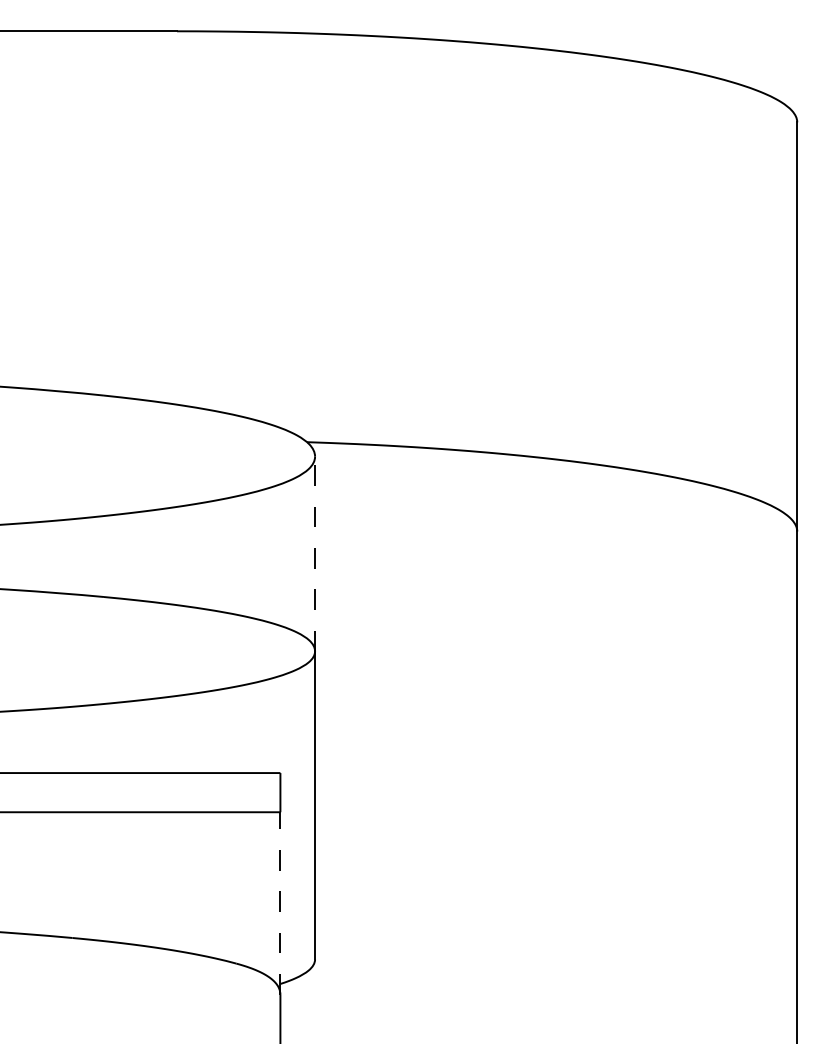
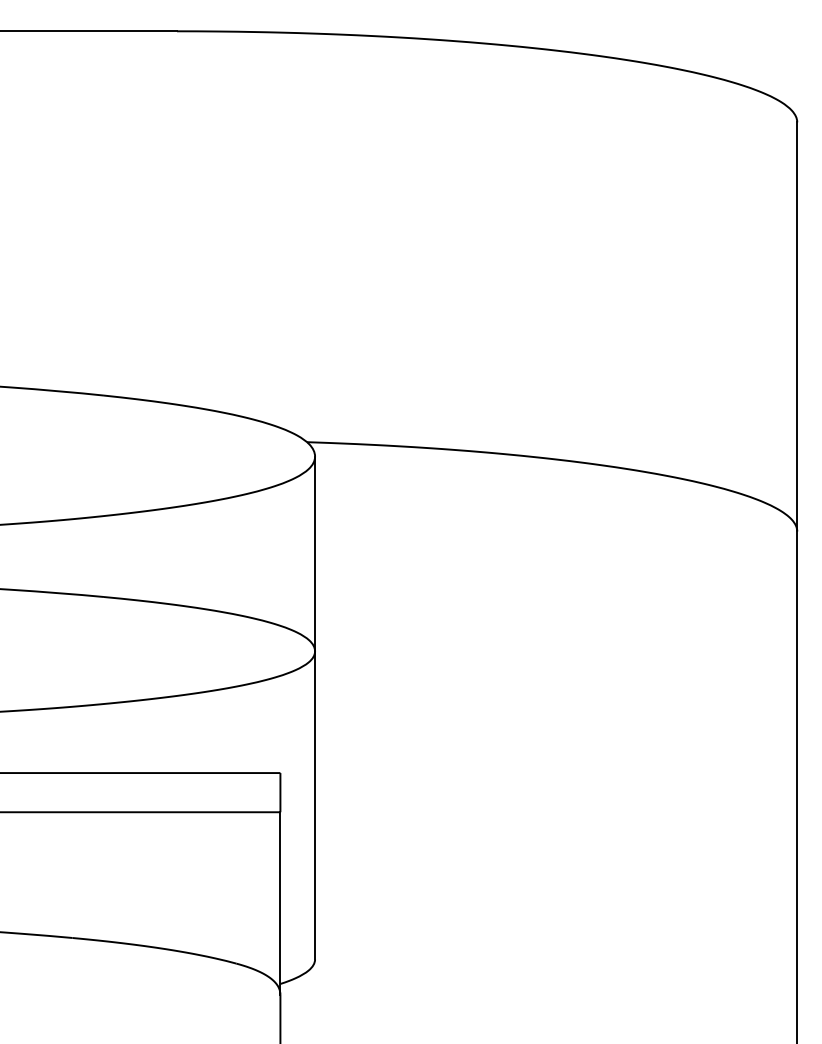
line at (315, 553): dashed -> solid
line at (280, 903): dashed -> solid
